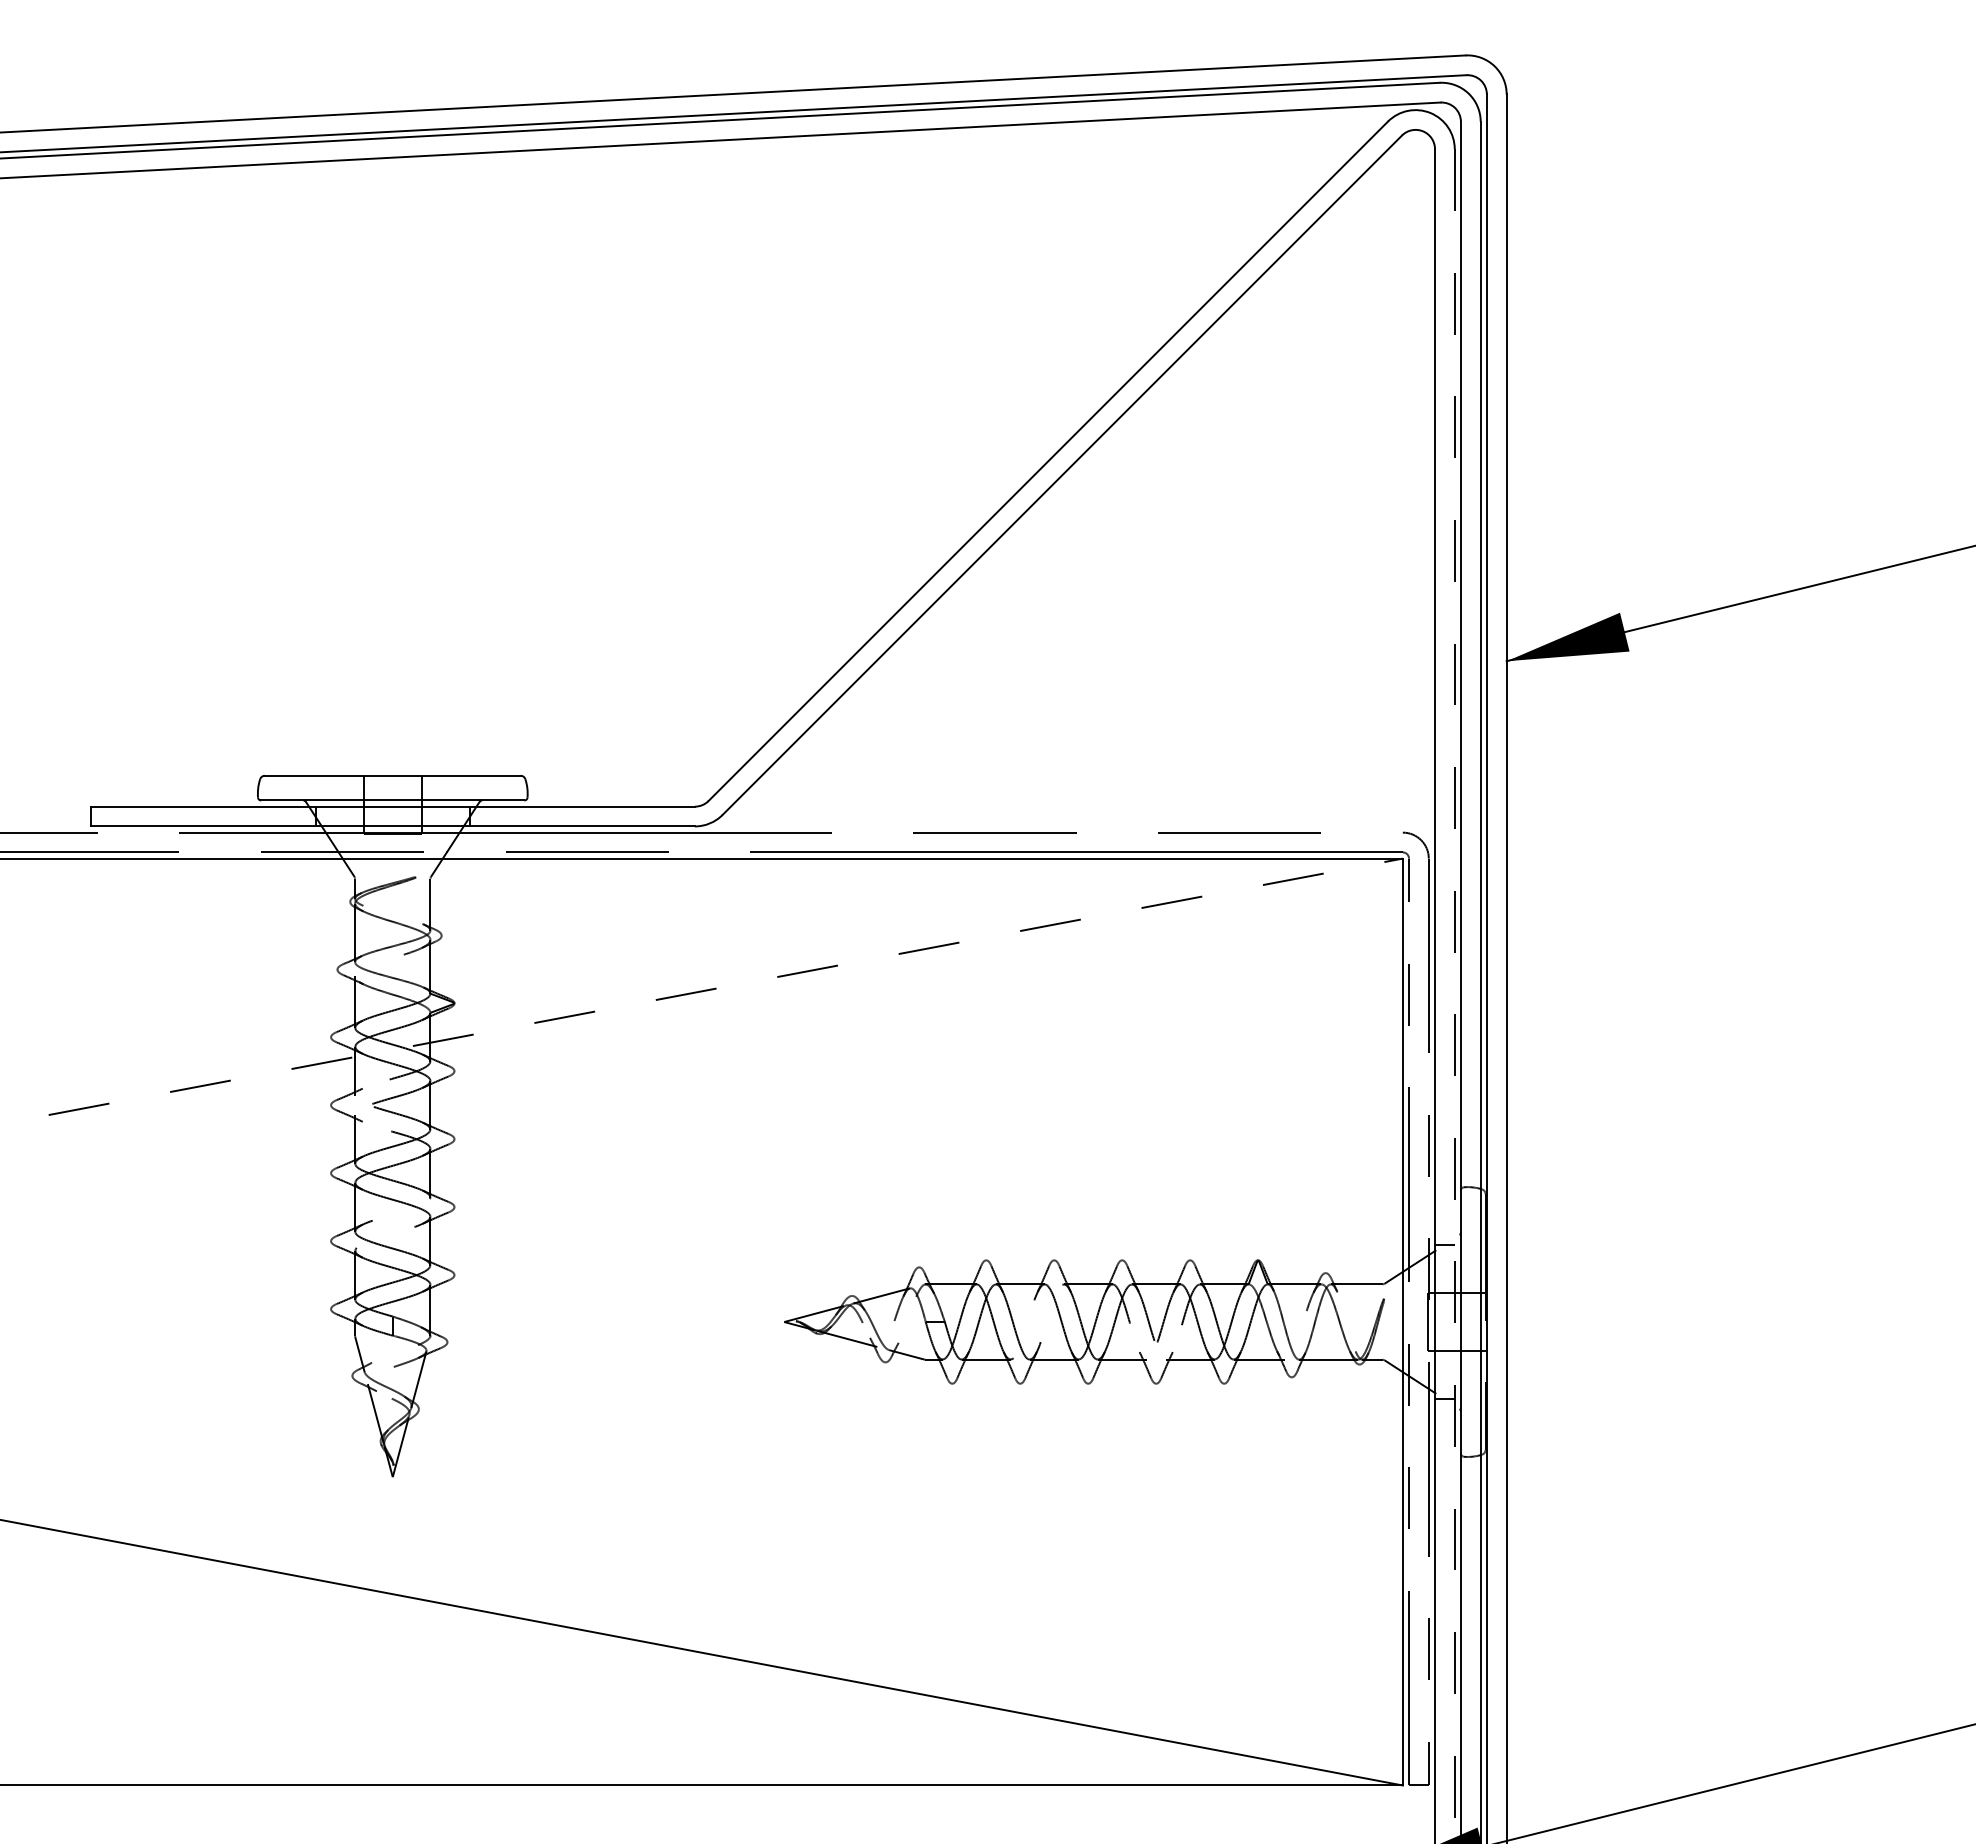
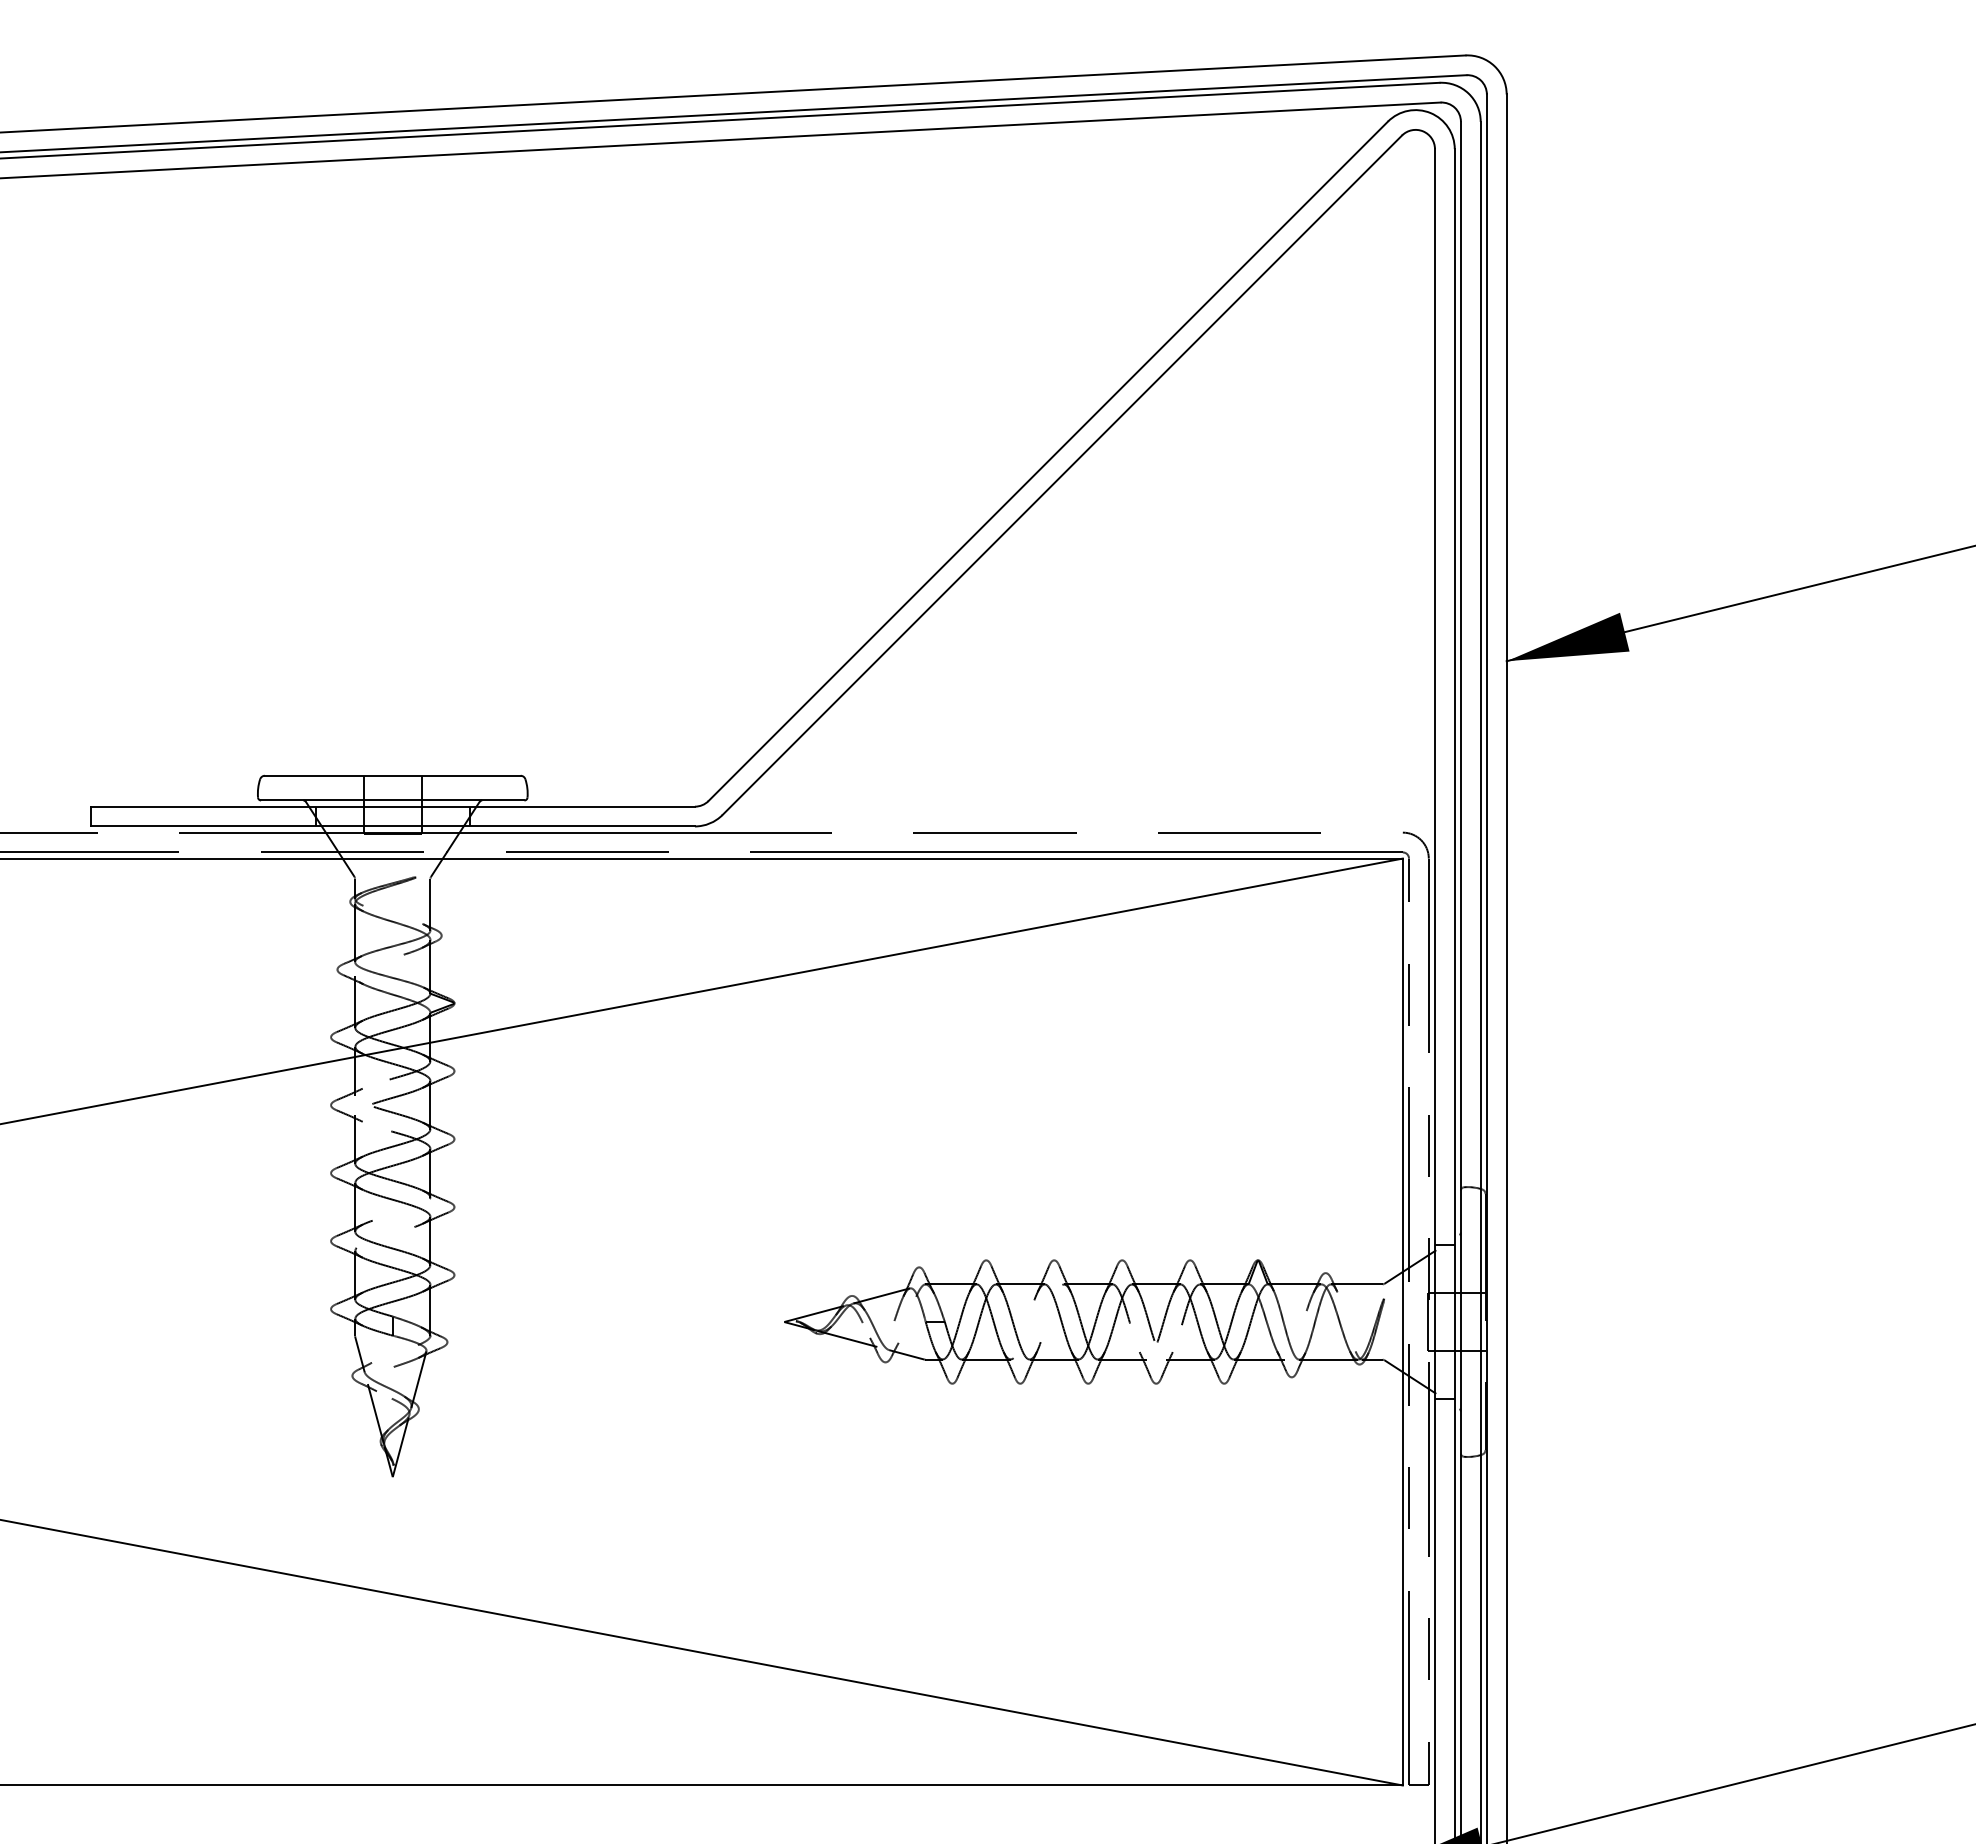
line at (701, 991): dashed -> solid
line at (1454, 996): dashed -> solid
